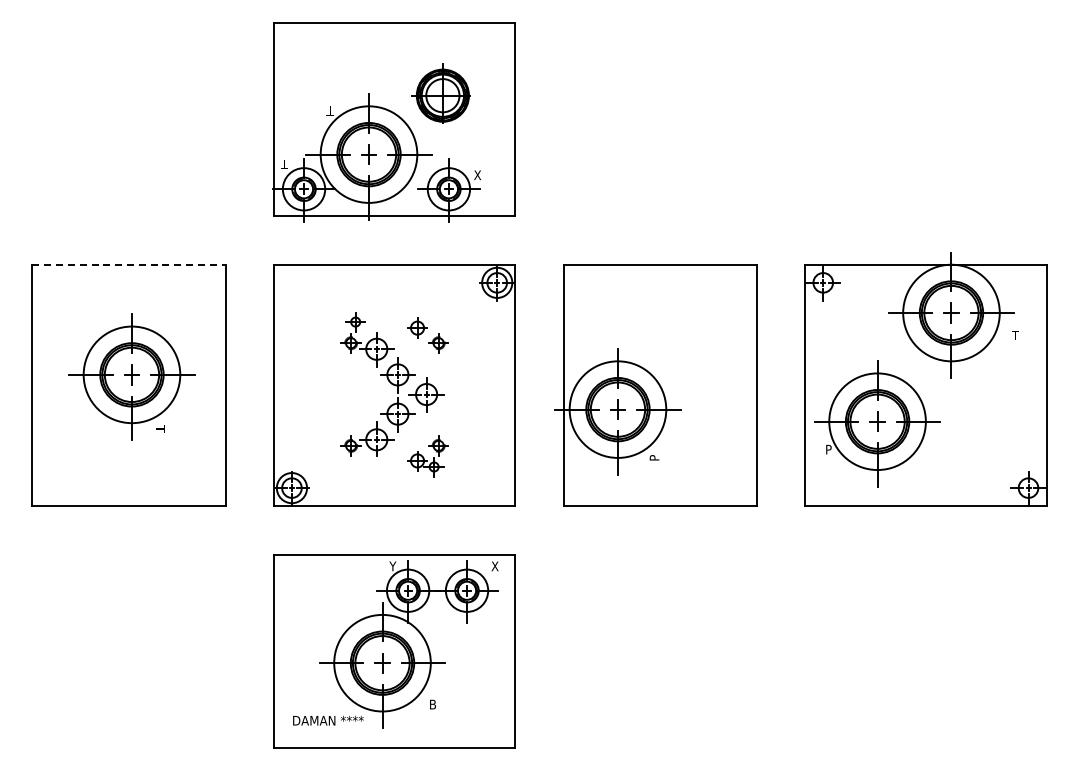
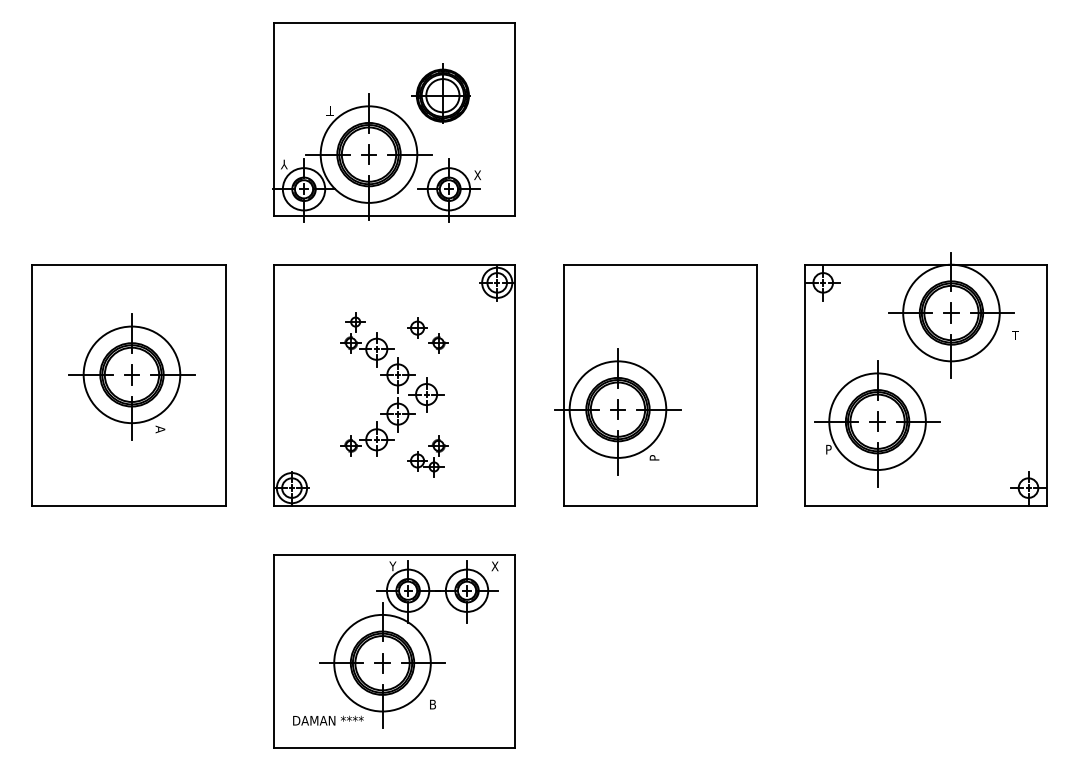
text at (283, 164): T -> Y
line at (128, 264): dashed -> solid
text at (160, 429): T -> A
